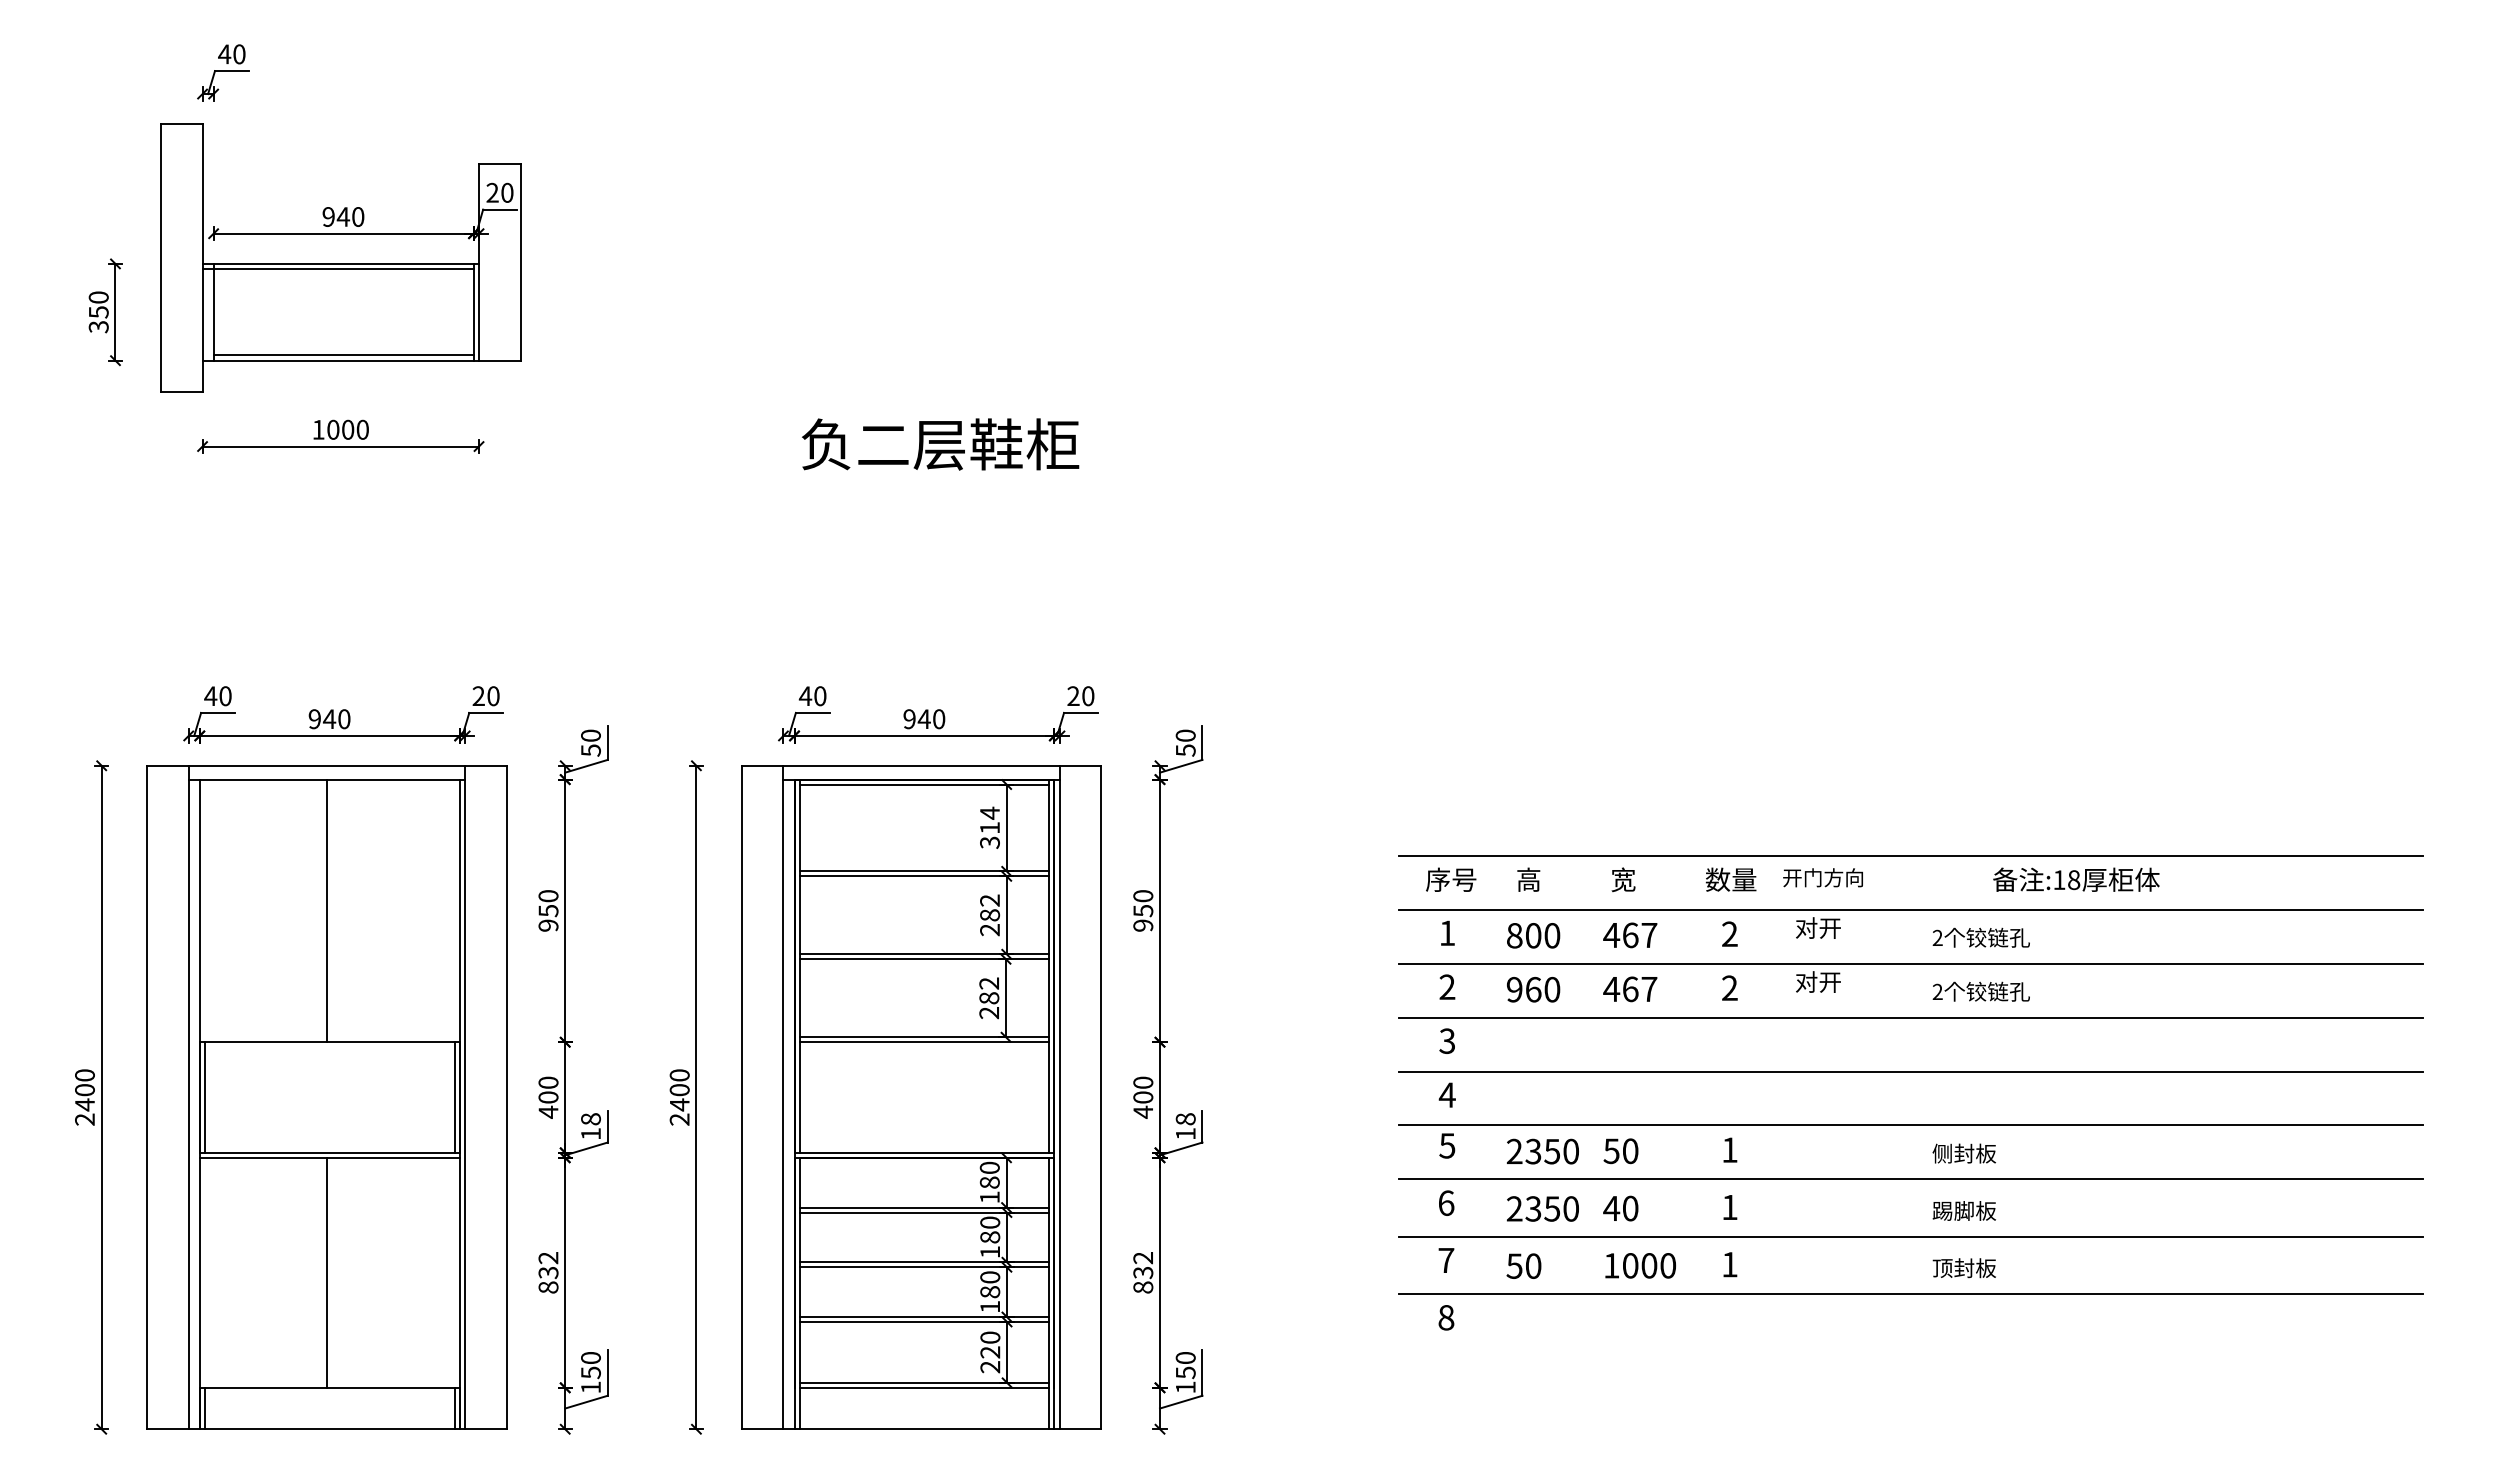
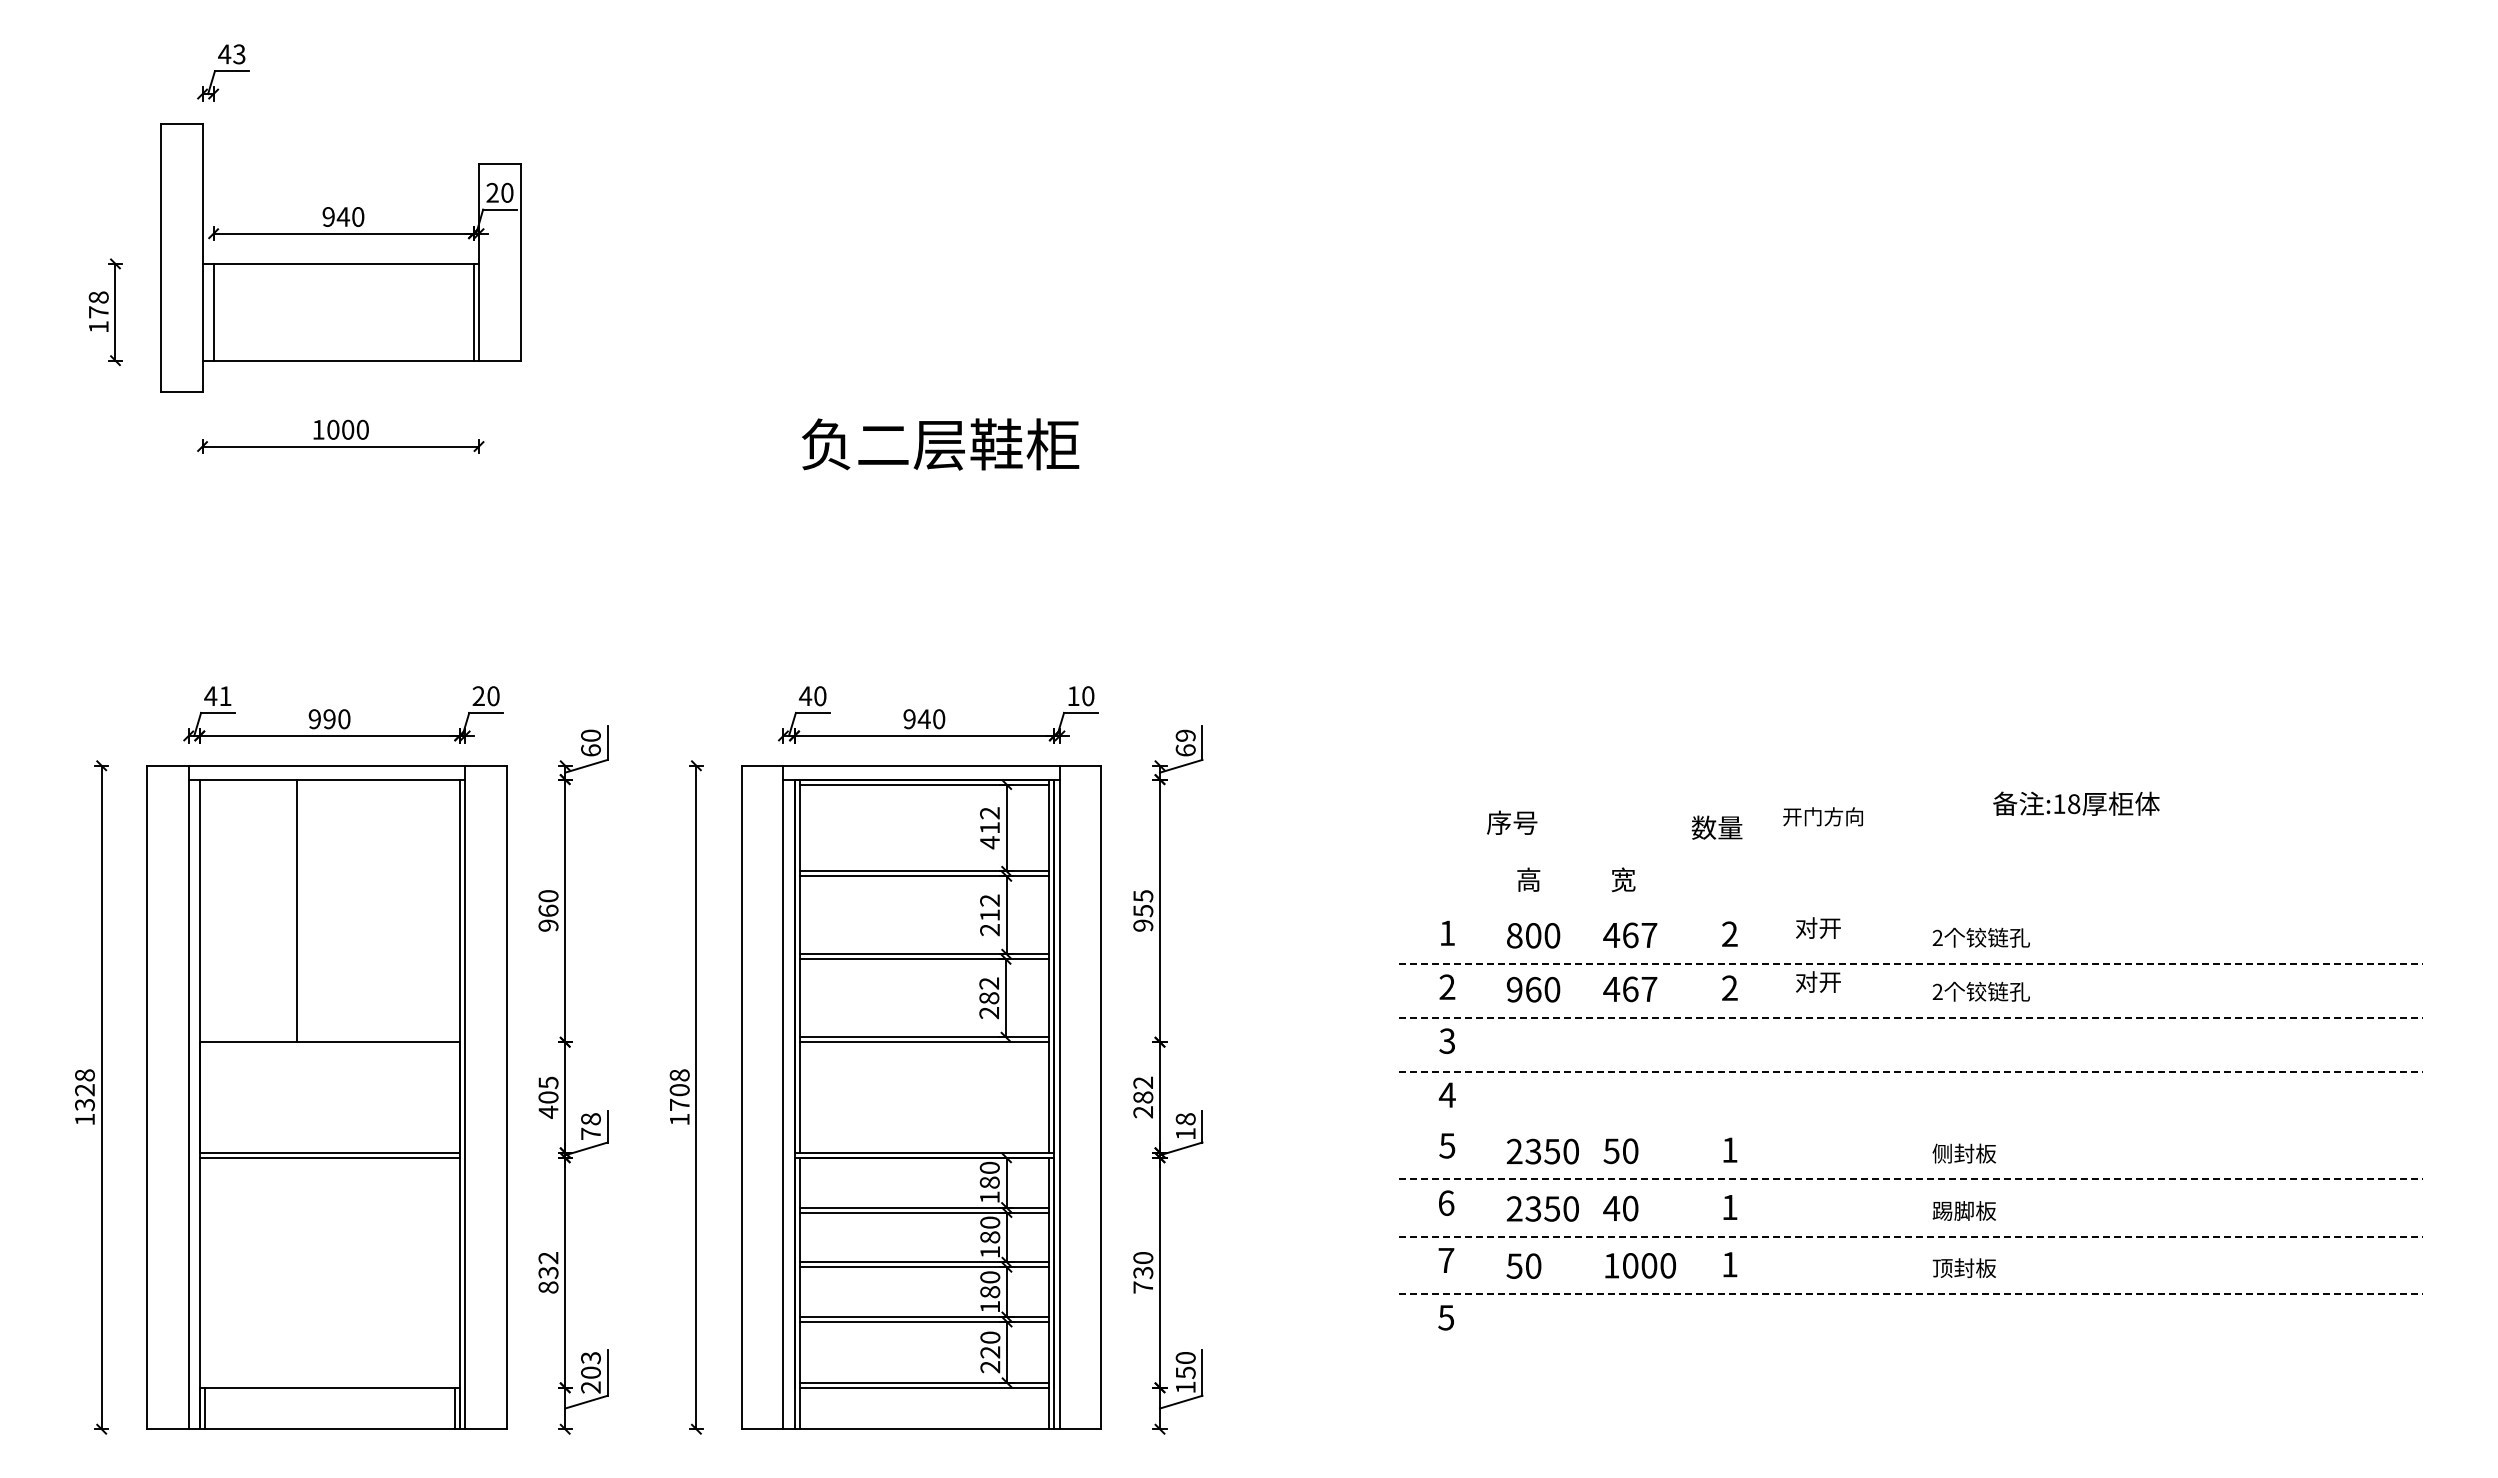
text at (239, 54): 40 -> 43
line at (337, 268): present -> none
text at (98, 312): 350 -> 178
line at (343, 355): present -> none
text at (1073, 695): 20 -> 10
text at (225, 696): 40 -> 41
text at (329, 719): 940 -> 990
text at (1185, 742): 50 -> 69
text at (590, 750): 50 -> 60
text at (989, 827): 314 -> 412
line at (1910, 855): present -> none
text at (1822, 877) position: (1822, 877) -> (1822, 816)
text at (1451, 879) position: (1451, 879) -> (1512, 822)
text at (1730, 879) position: (1730, 879) -> (1716, 827)
text at (2076, 879) position: (2076, 879) -> (2076, 803)
text at (1143, 896): 950 -> 955
line at (1910, 909): present -> none
line at (326, 910) position: (326, 910) -> (296, 910)
text at (548, 910): 950 -> 960
text at (990, 915): 282 -> 212
line at (1911, 963): solid -> dashed
line at (1911, 1017): solid -> dashed
line at (1911, 1071): solid -> dashed
text at (548, 1082): 400 -> 405
text at (84, 1097): 2400 -> 1328
line at (204, 1097): present -> none
line at (454, 1097): present -> none
text at (679, 1097): 2400 -> 1708
text at (1143, 1097): 400 -> 282
line at (1910, 1125): present -> none
text at (590, 1133): 18 -> 78
line at (1911, 1179): solid -> dashed
line at (1911, 1236): solid -> dashed
line at (326, 1272): present -> none
text at (1143, 1272): 832 -> 730
line at (1911, 1294): solid -> dashed
text at (1446, 1317): 8 -> 5
text at (590, 1372): 150 -> 203
